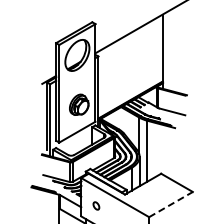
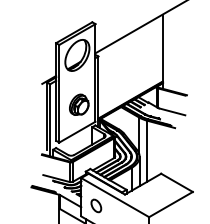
line at (171, 204): dashed -> solid
part at (96, 205) size: 9x10 px -> 13x16 px
